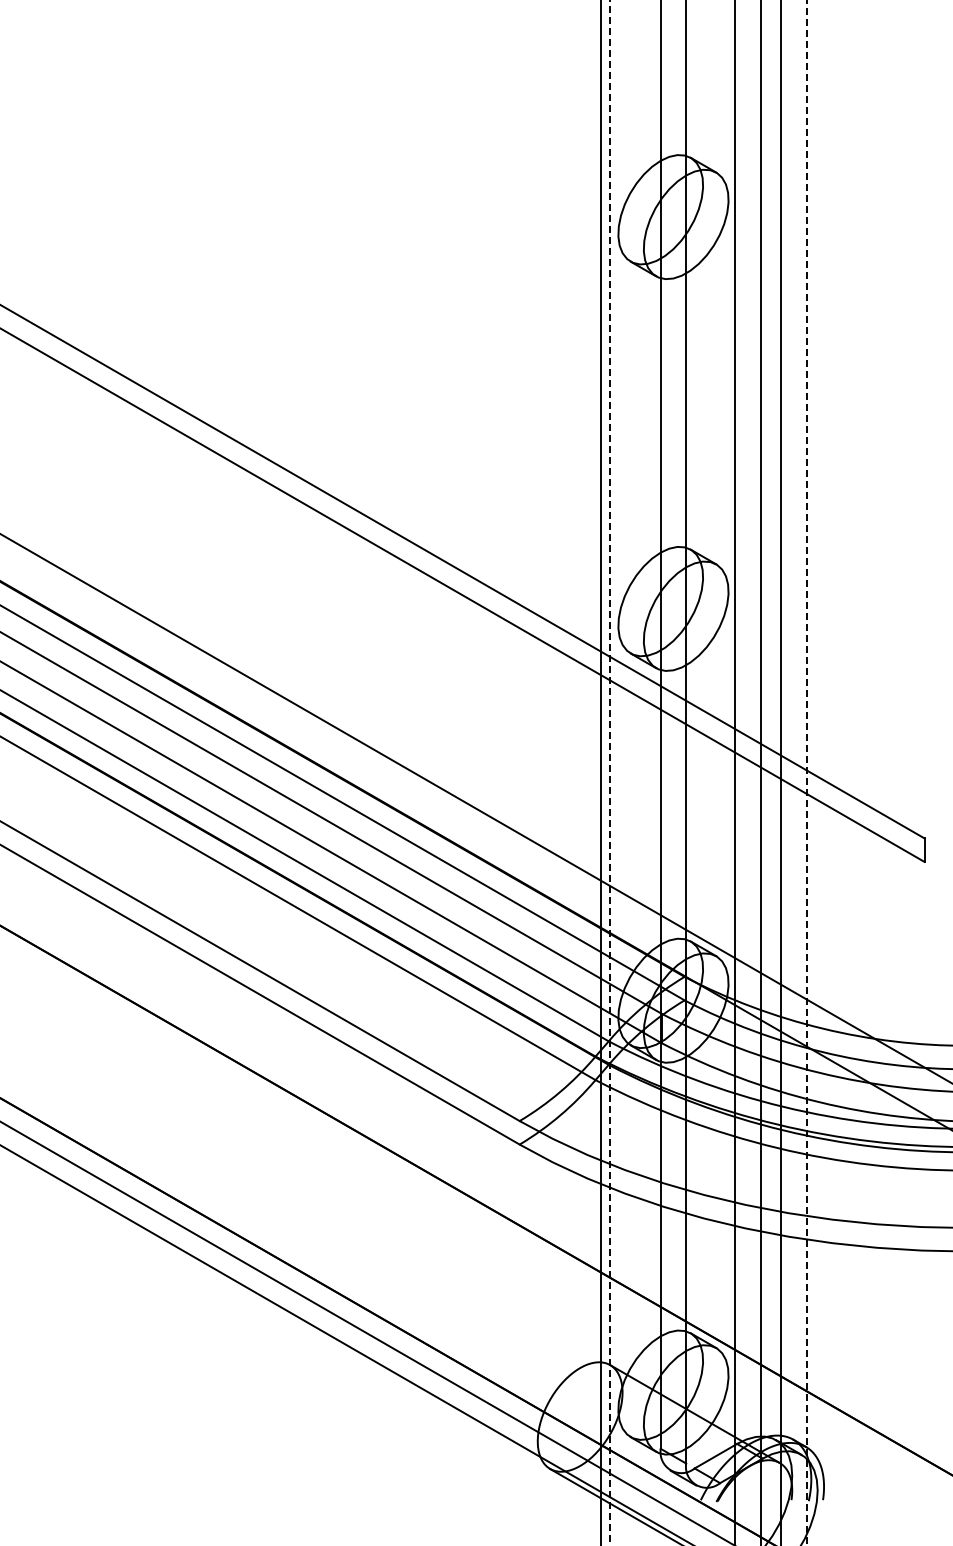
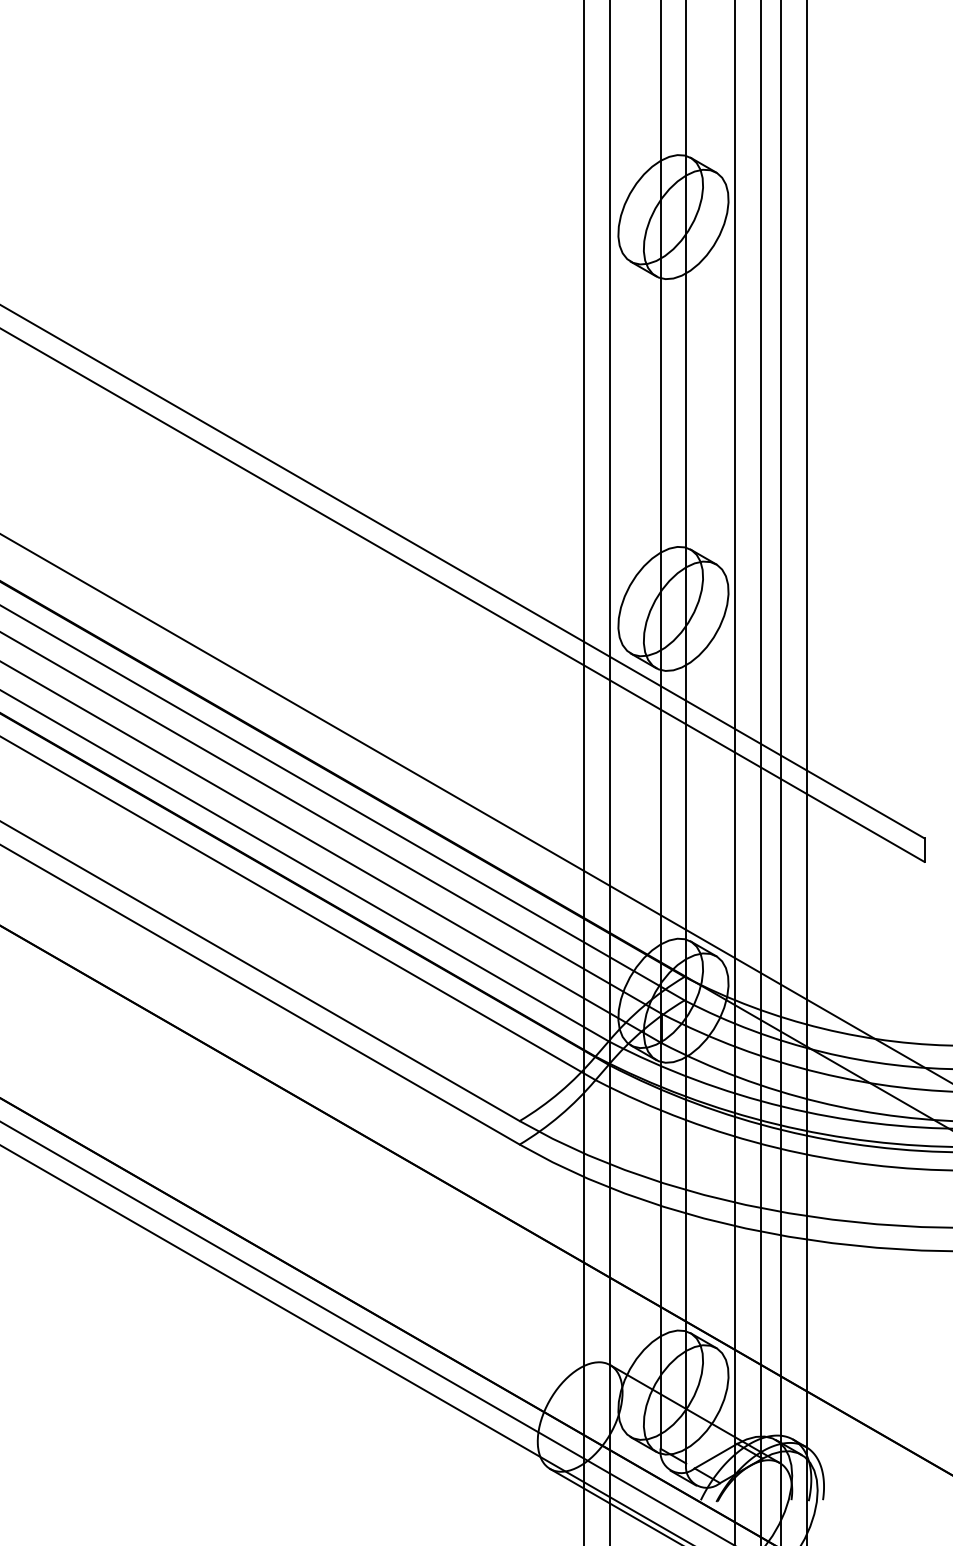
line at (601, 772) position: (601, 772) -> (584, 772)
line at (609, 773): dashed -> solid
line at (806, 773): dashed -> solid
